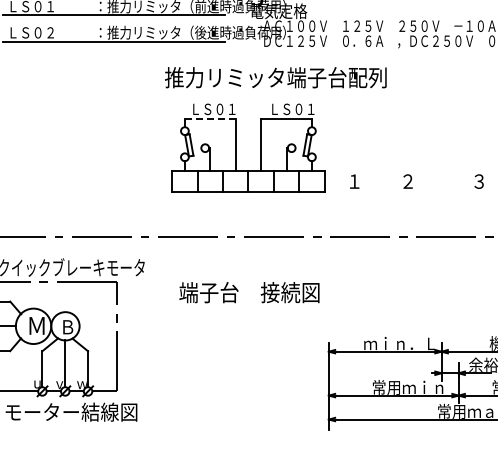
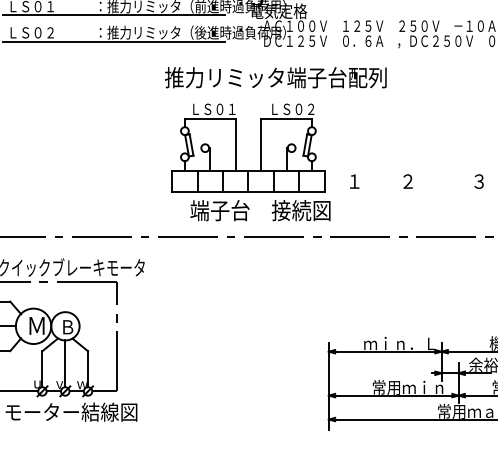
text at (310, 108): ＬＳ０１ -> ＬＳ０２
line at (209, 119): dashed -> solid
text at (249, 292) position: (249, 292) -> (260, 210)
